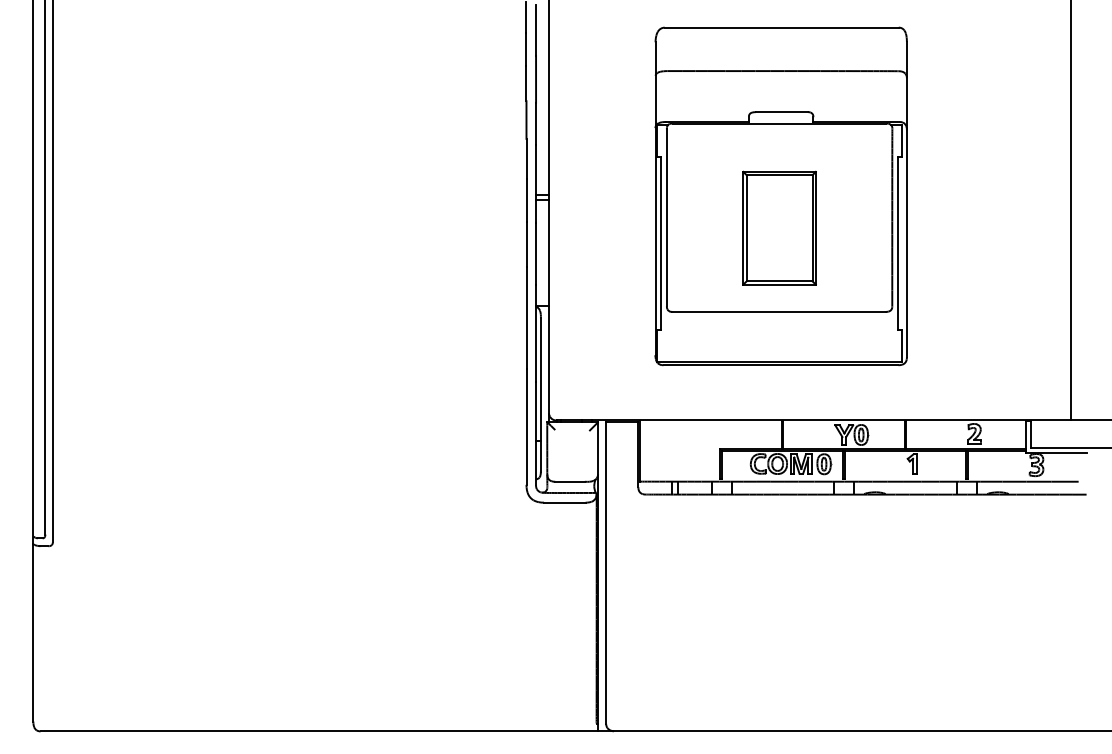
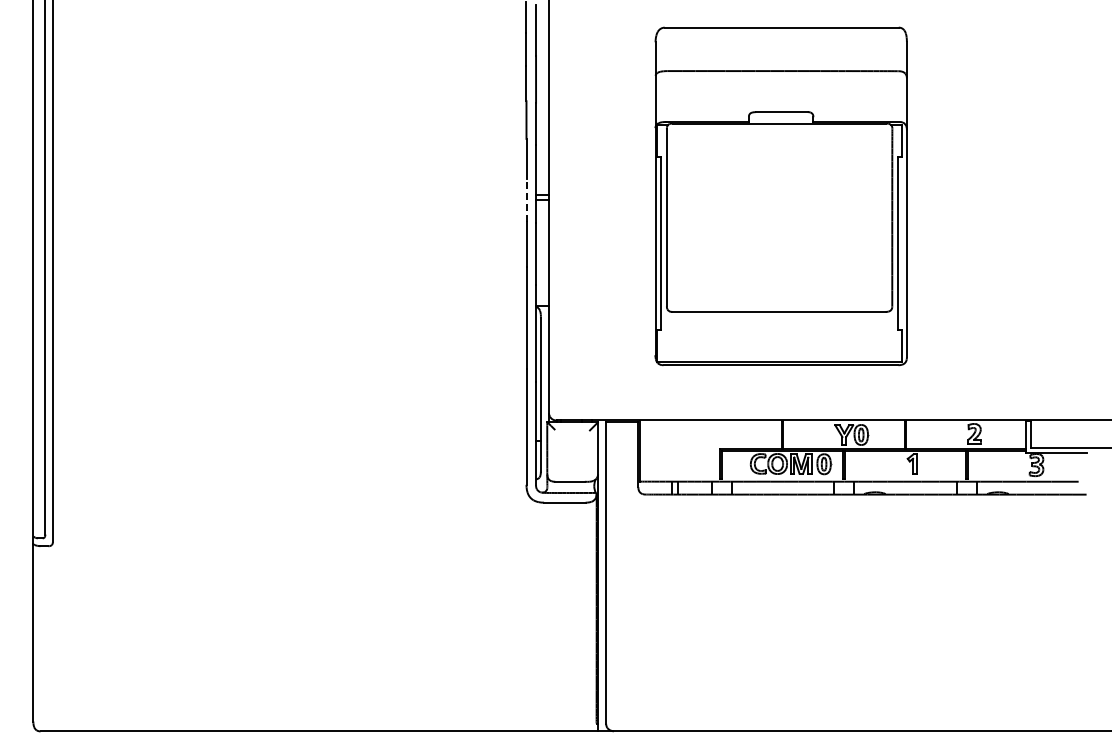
line at (526, 199): solid -> dashed
line at (1071, 211): present -> none
part at (779, 227): present -> none
